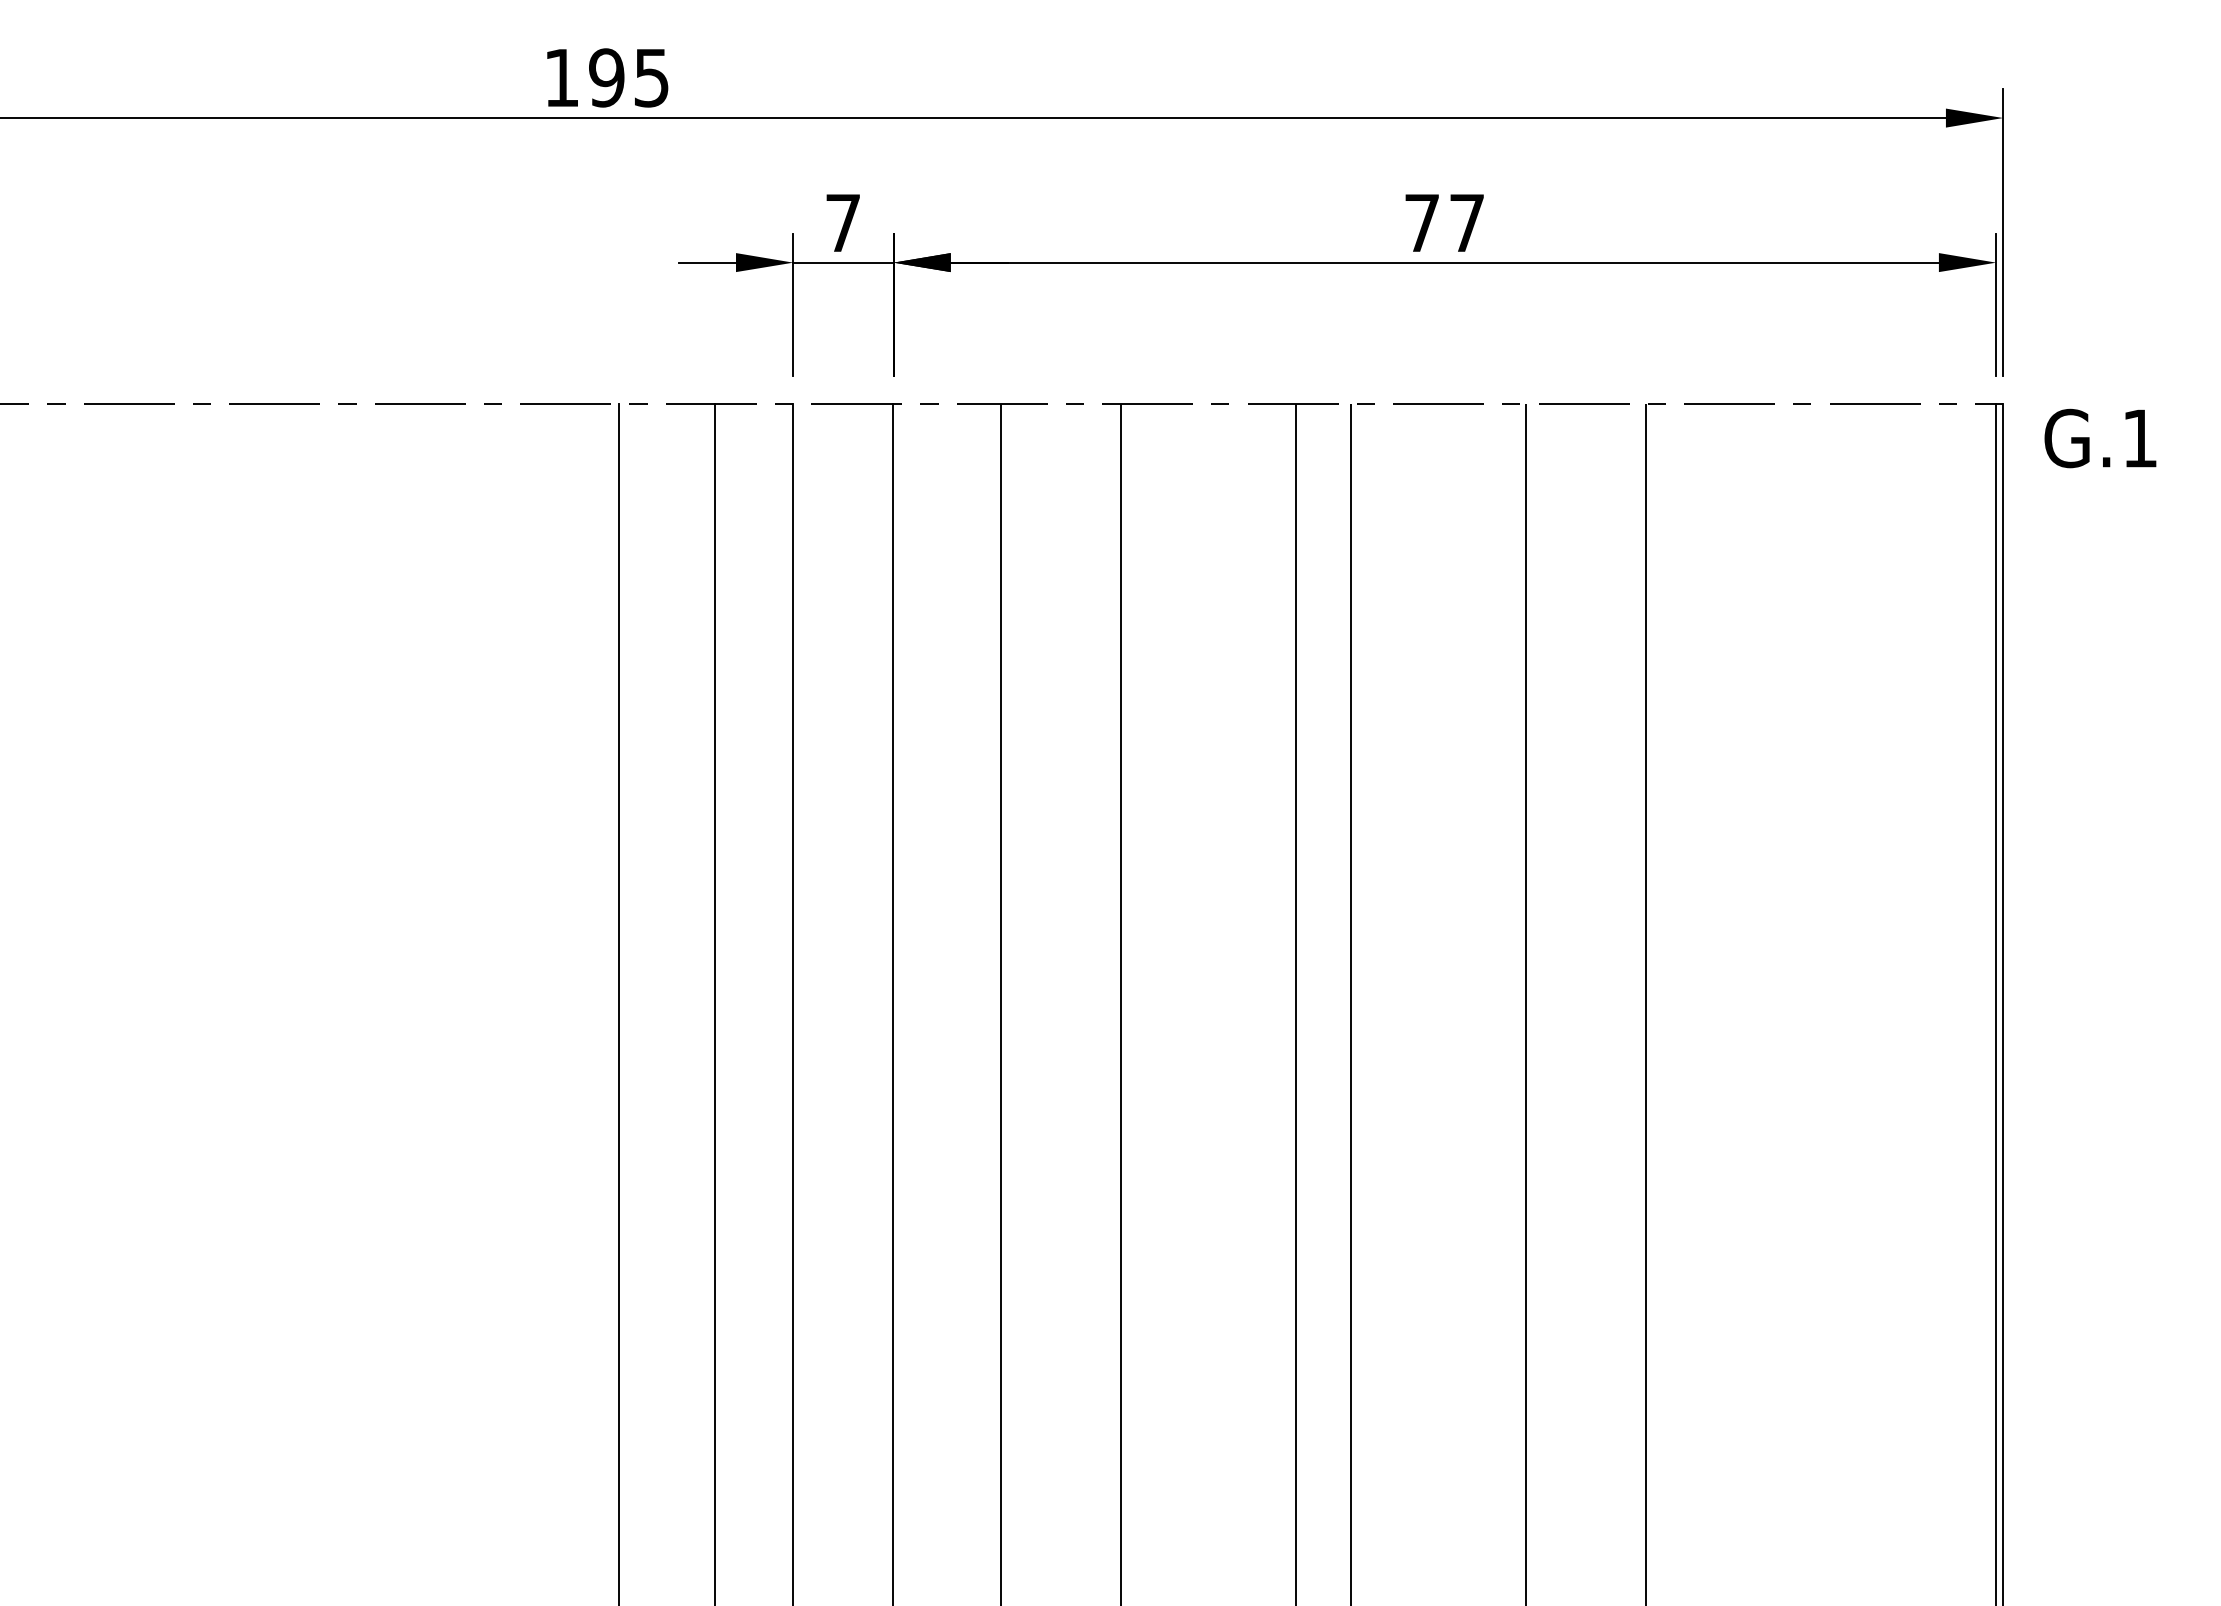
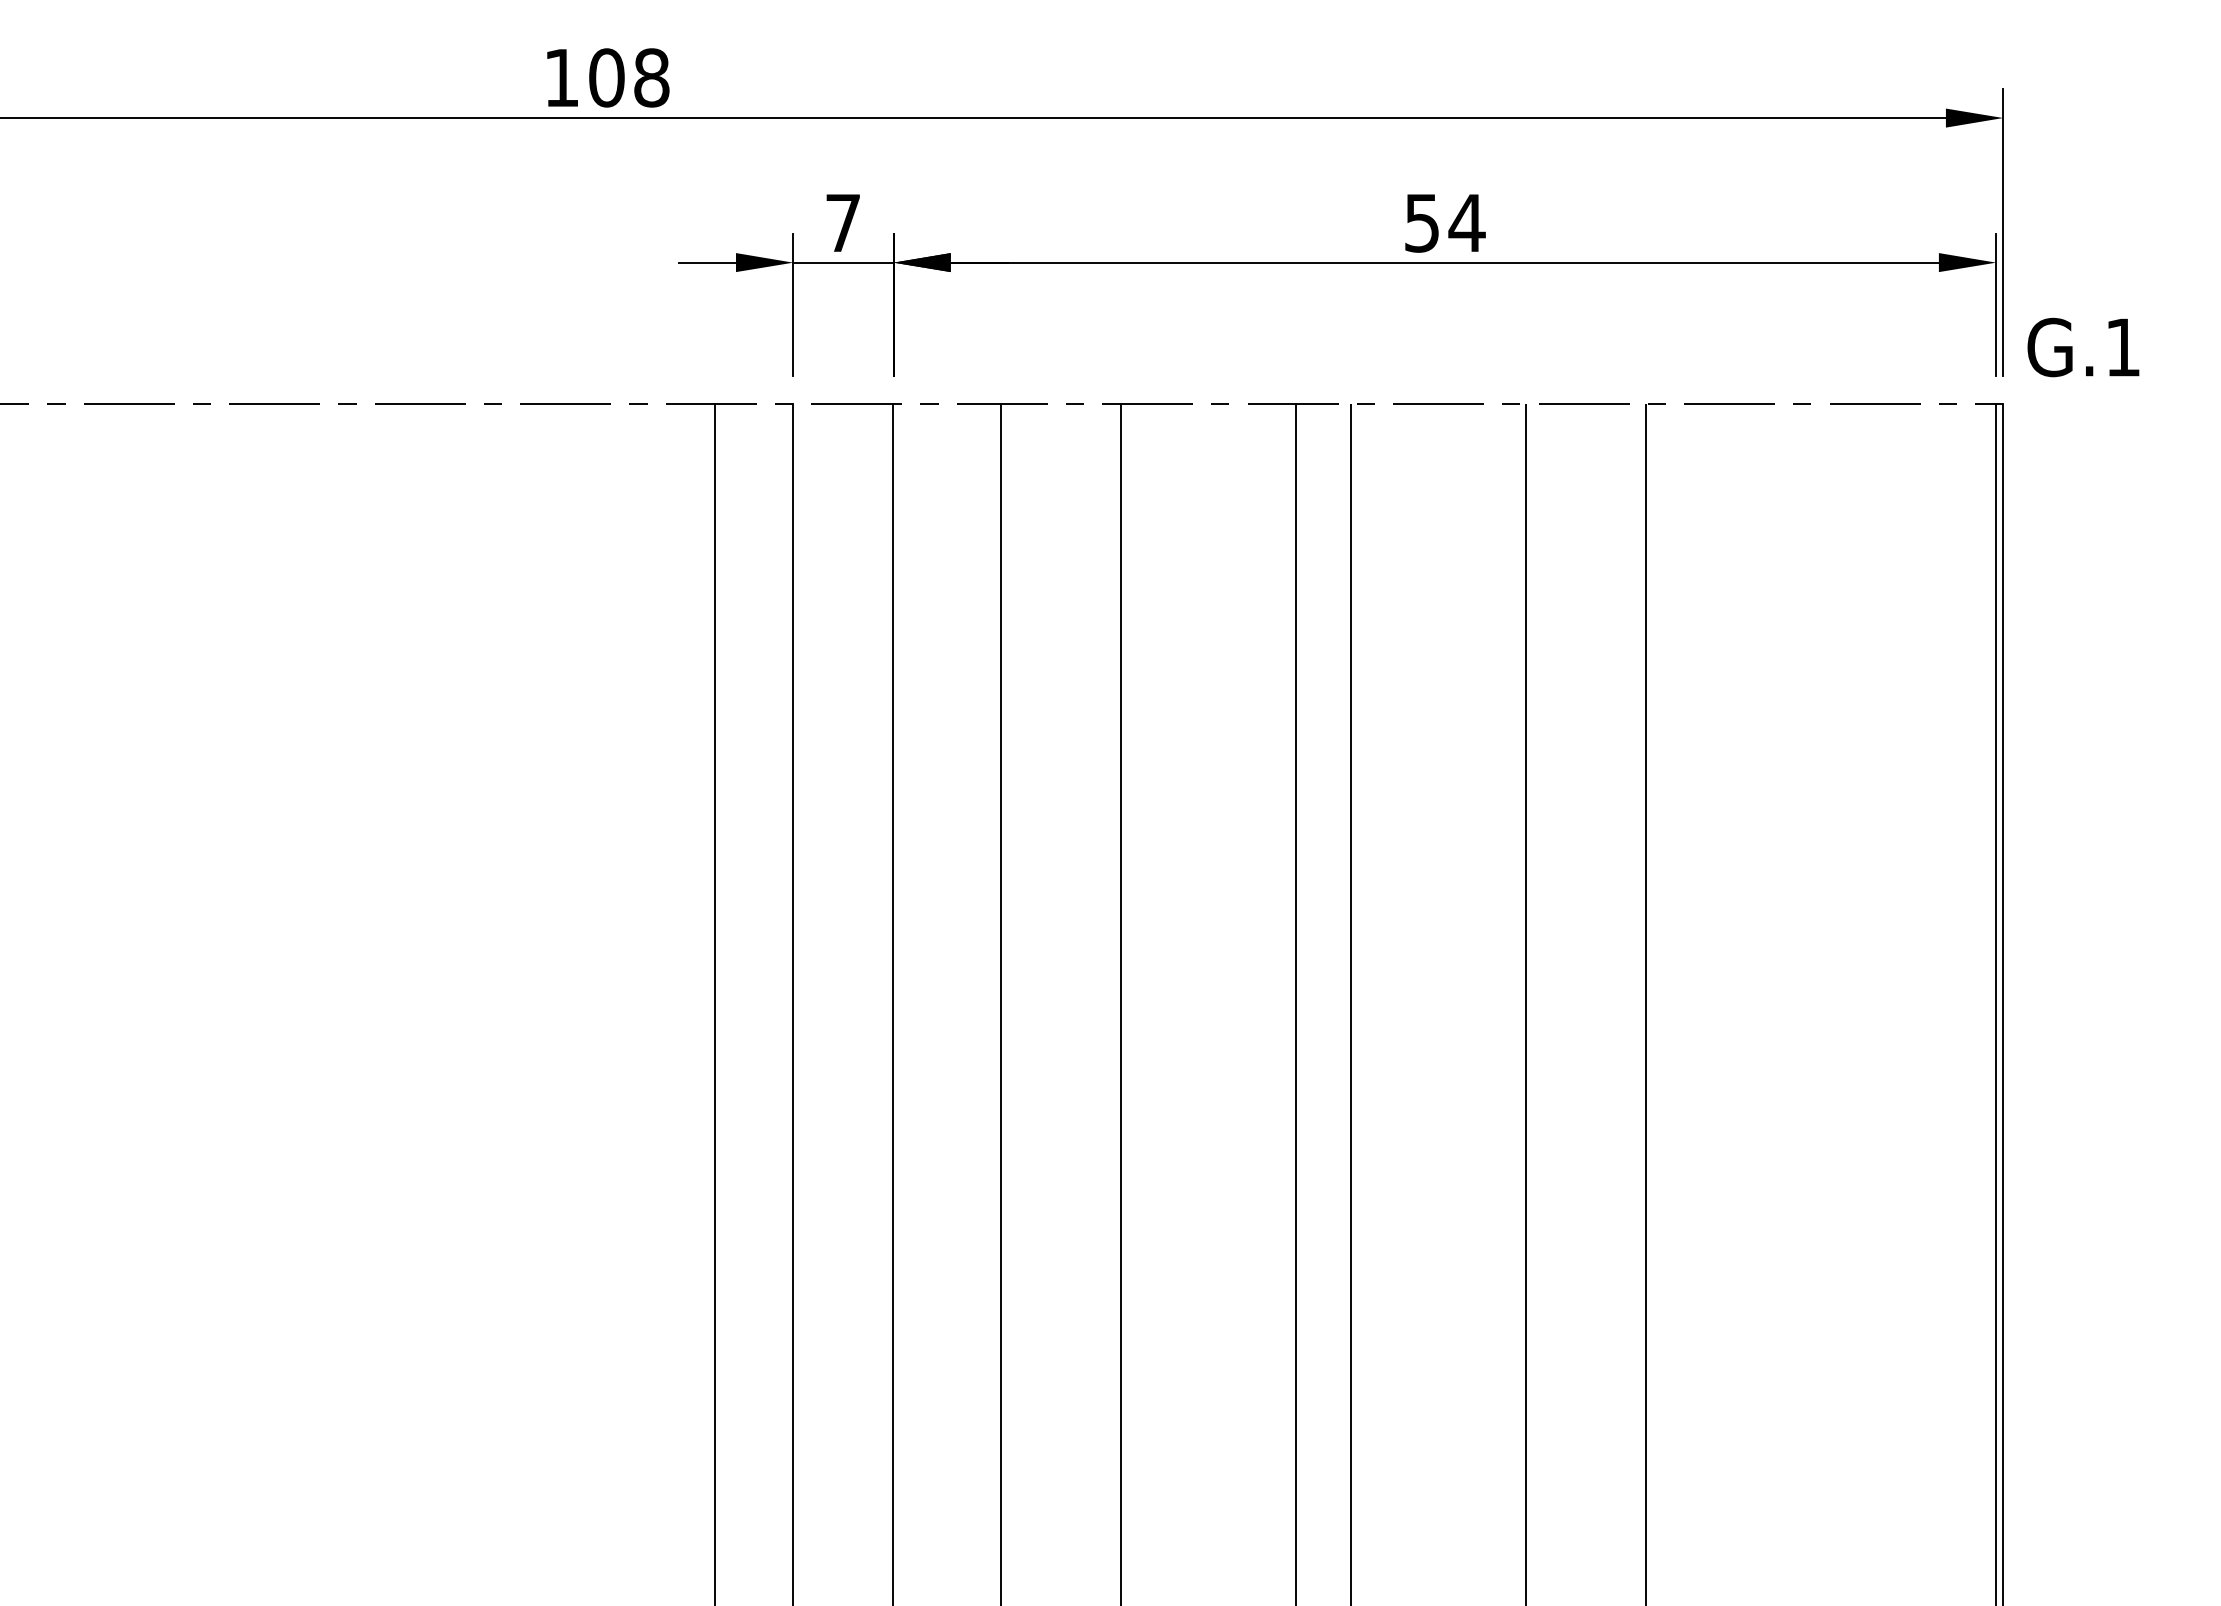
text at (629, 77): 195 -> 108
text at (1445, 223): 77 -> 54
text at (2100, 438) position: (2100, 438) -> (2083, 347)
line at (618, 1003): present -> none
